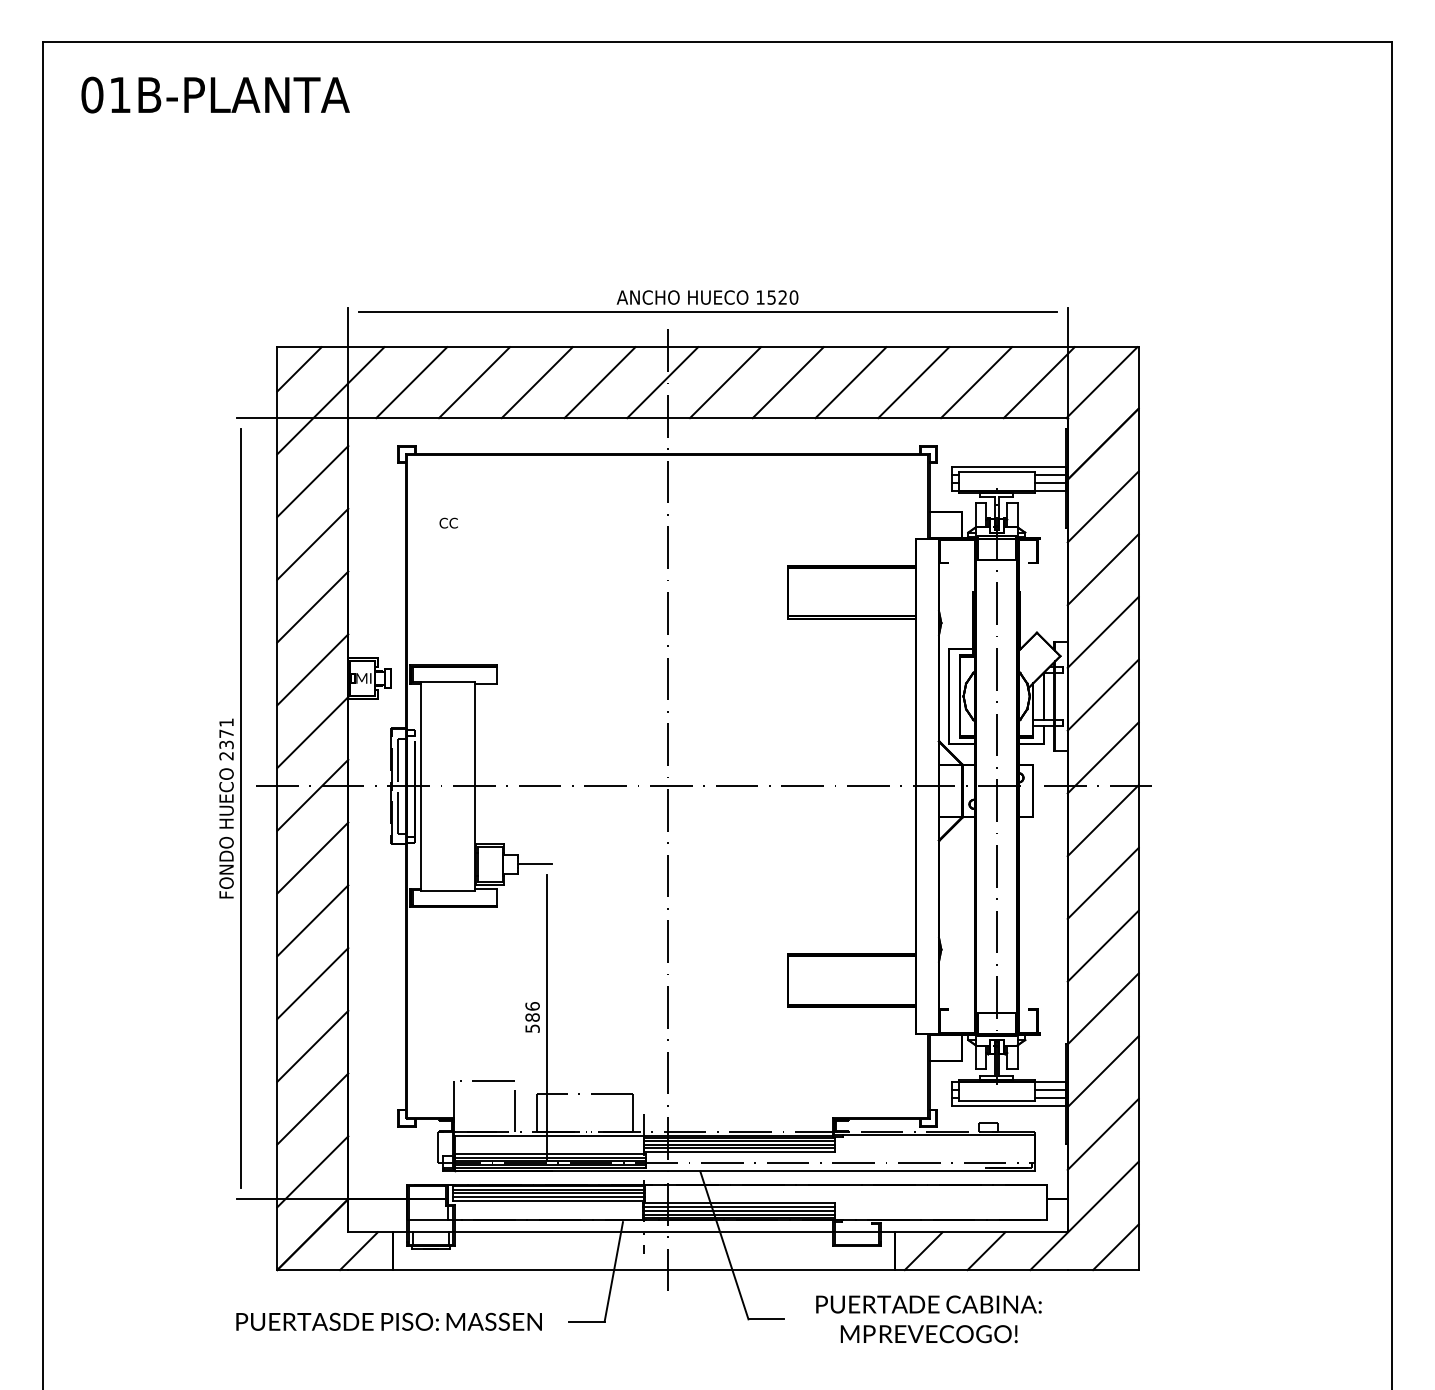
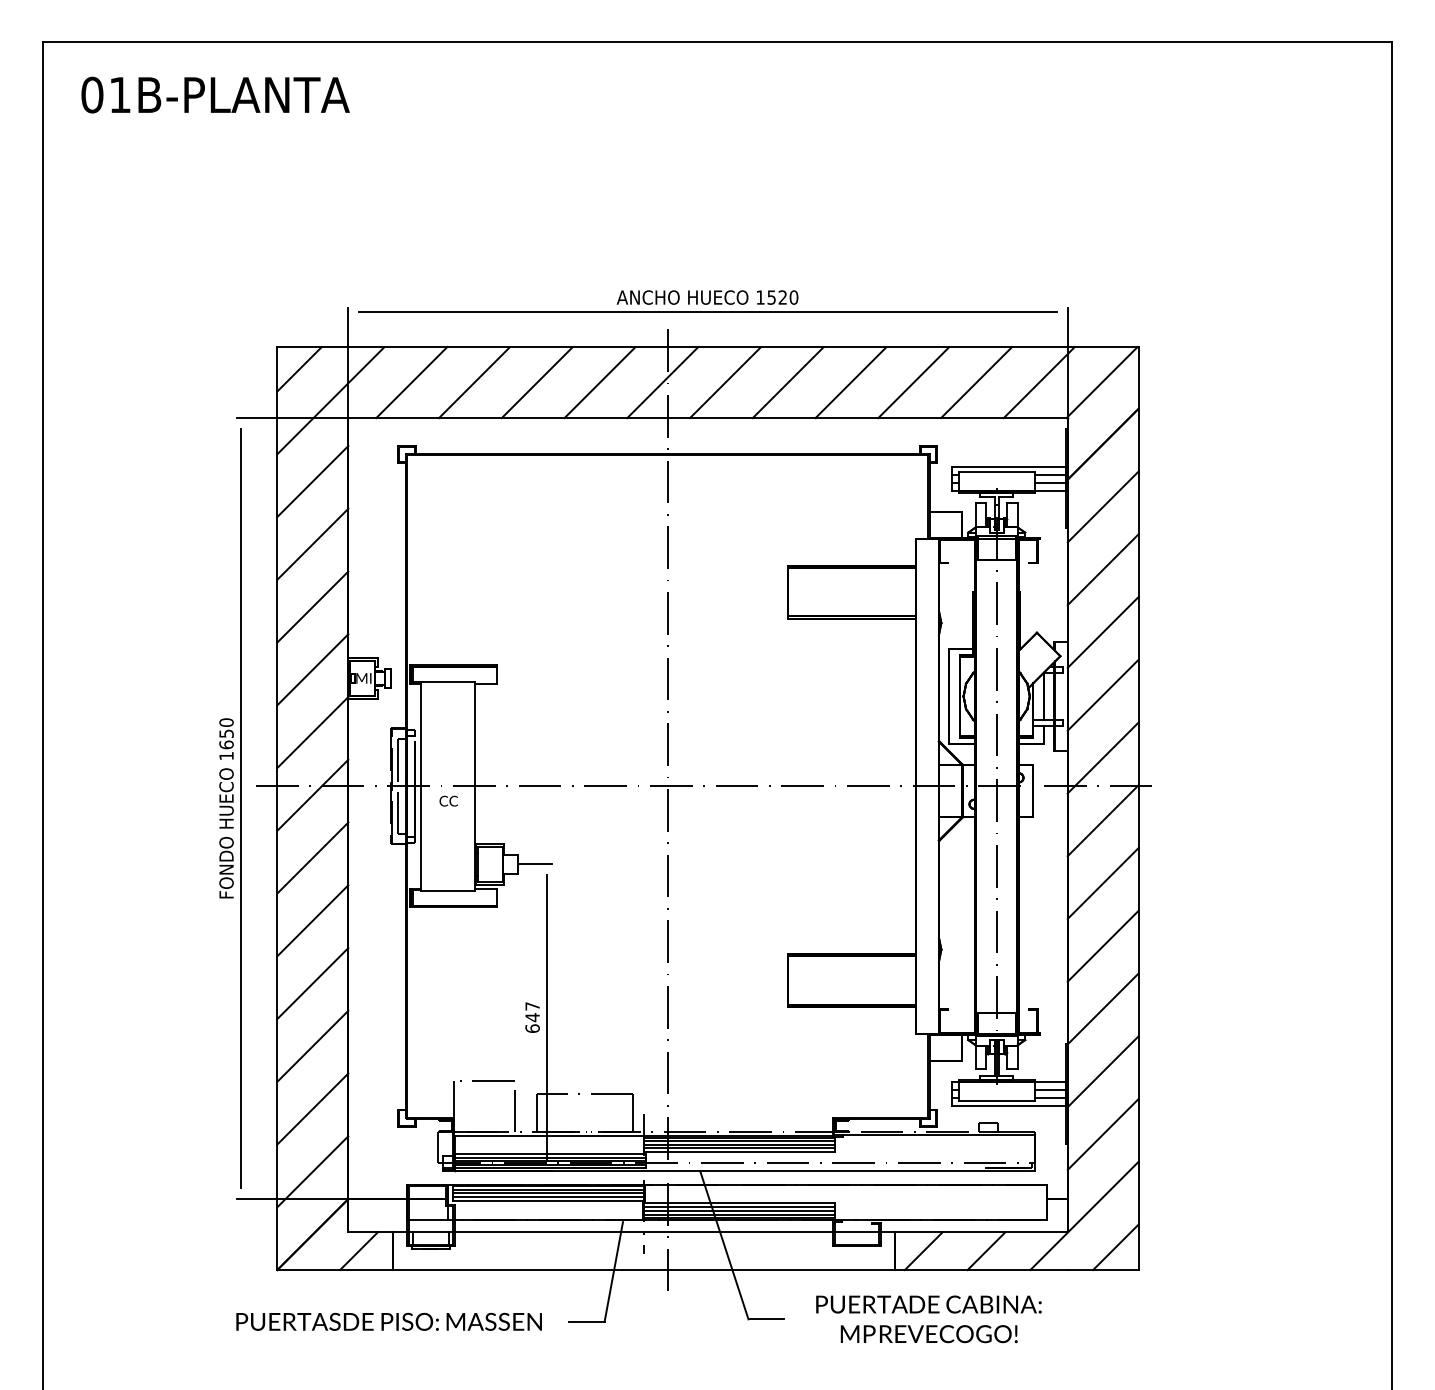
text at (448, 522) position: (448, 522) -> (448, 800)
text at (226, 739): 2371 -> 1650
text at (532, 1017): 586 -> 647
